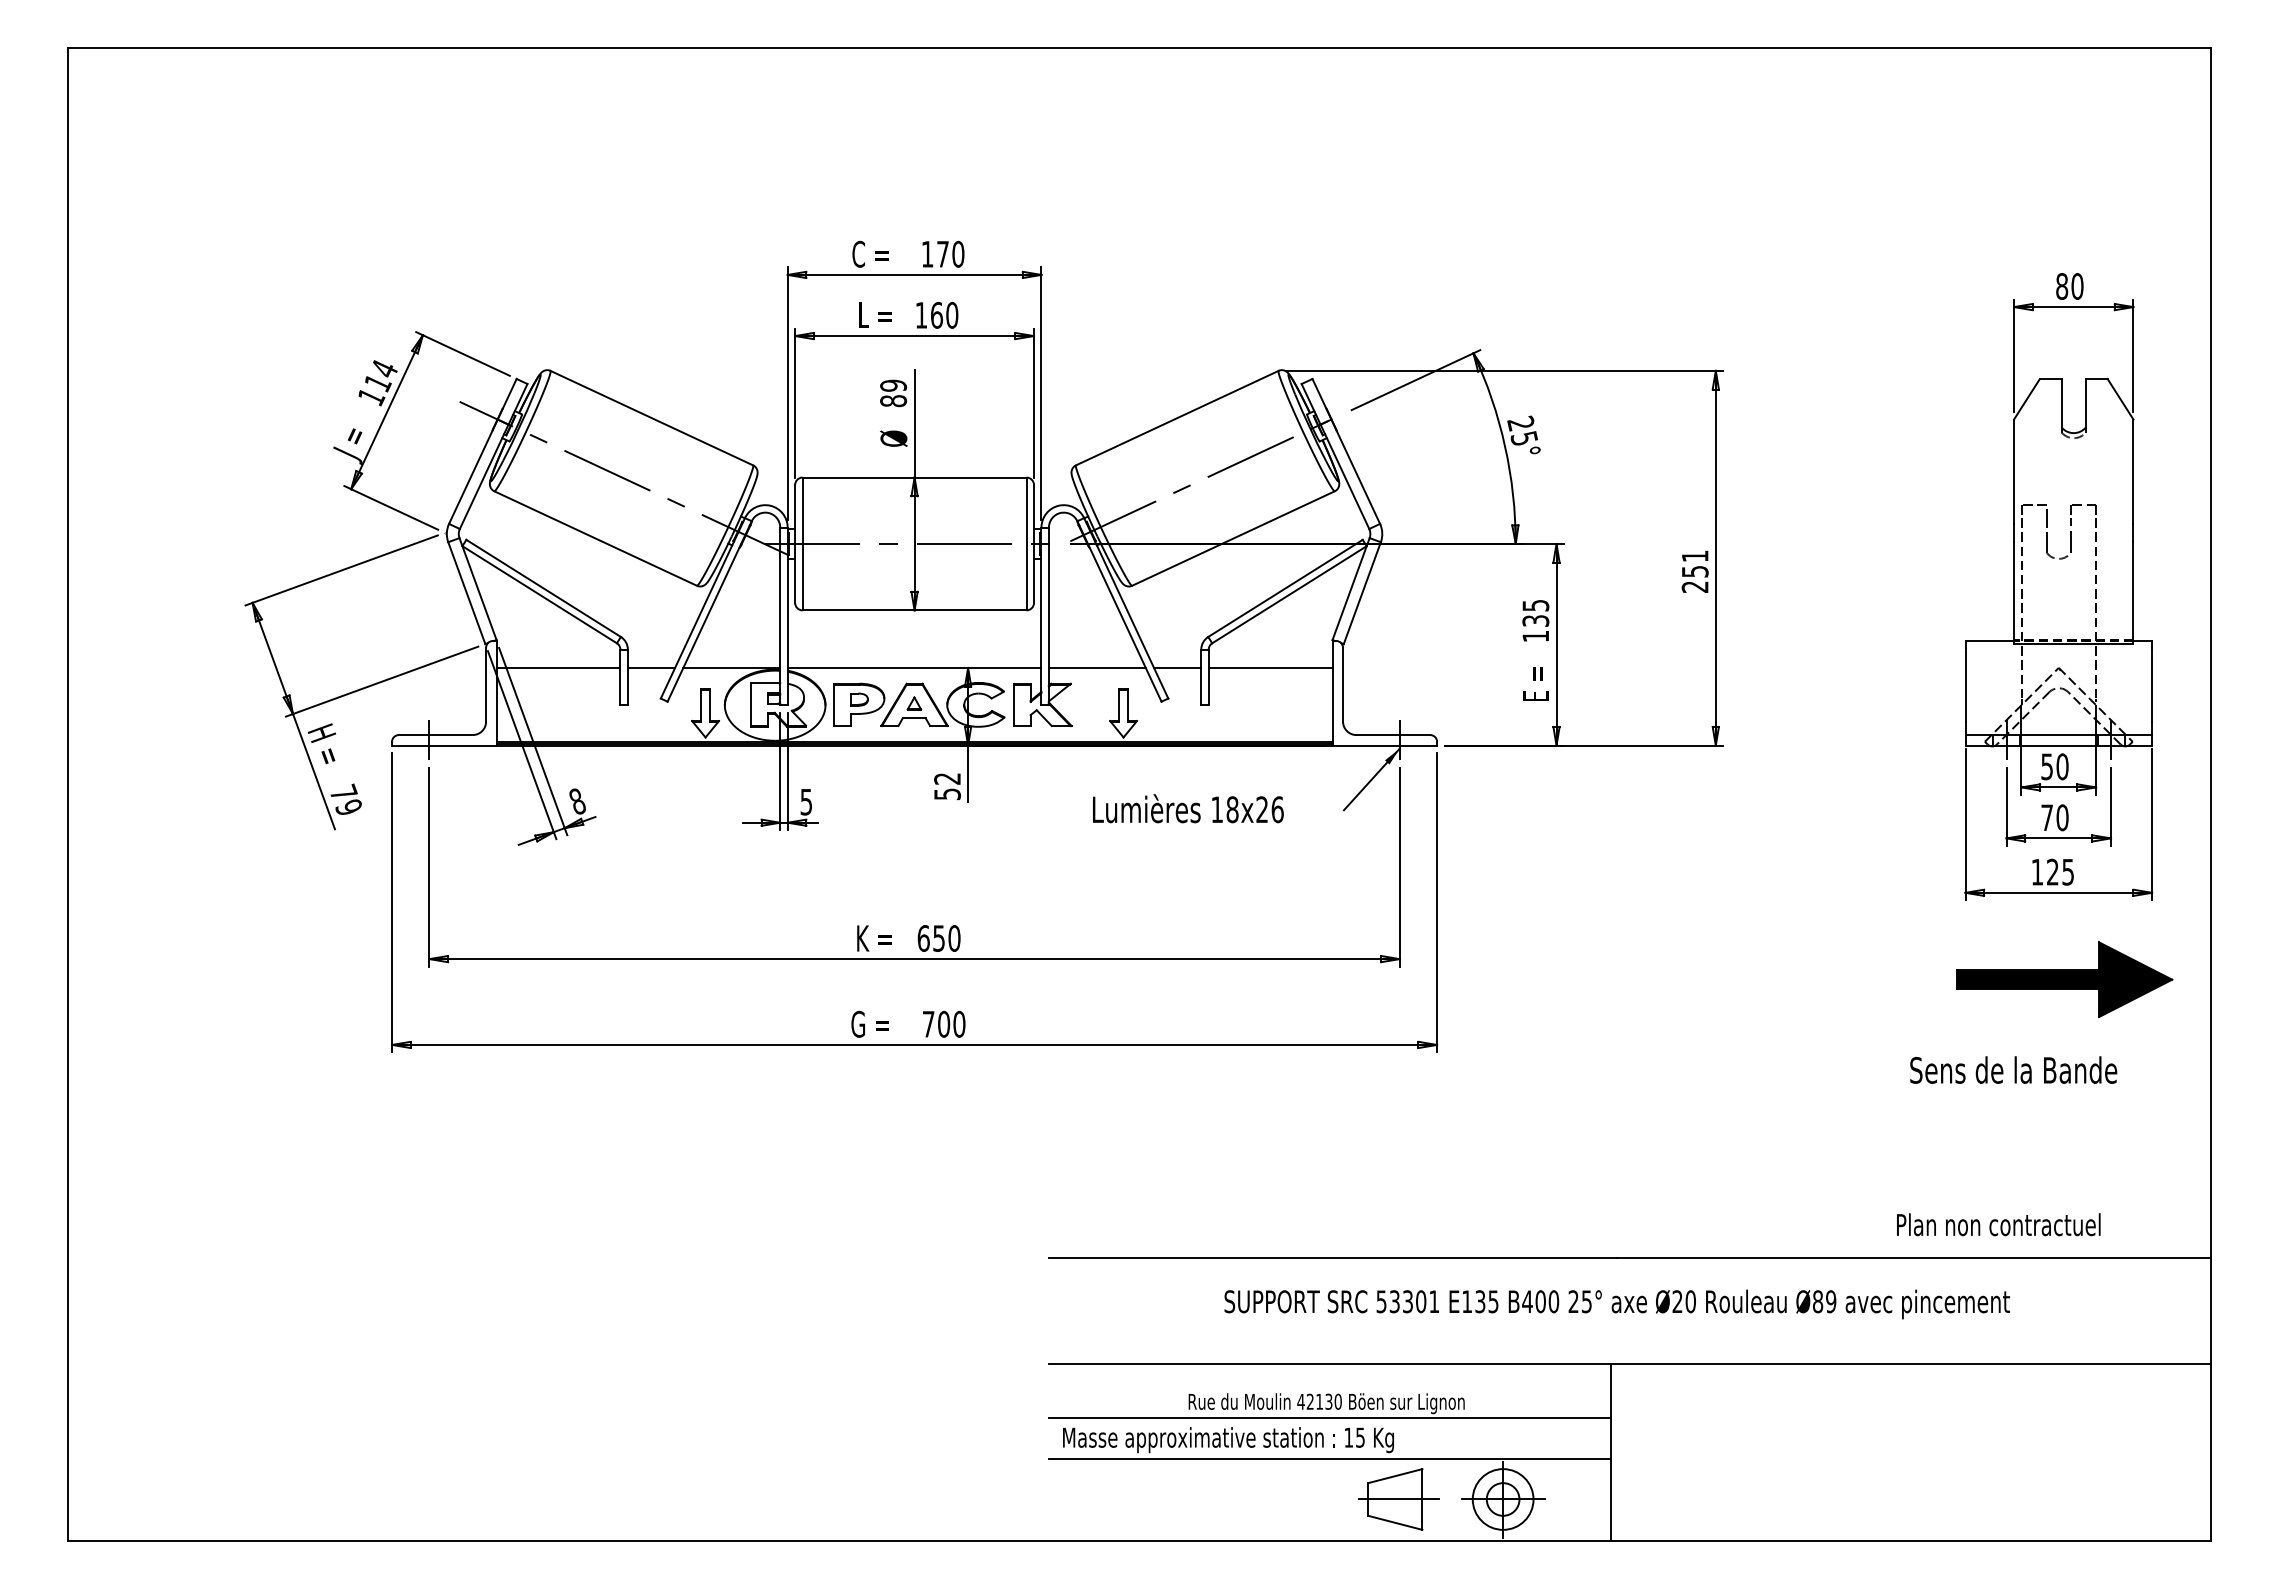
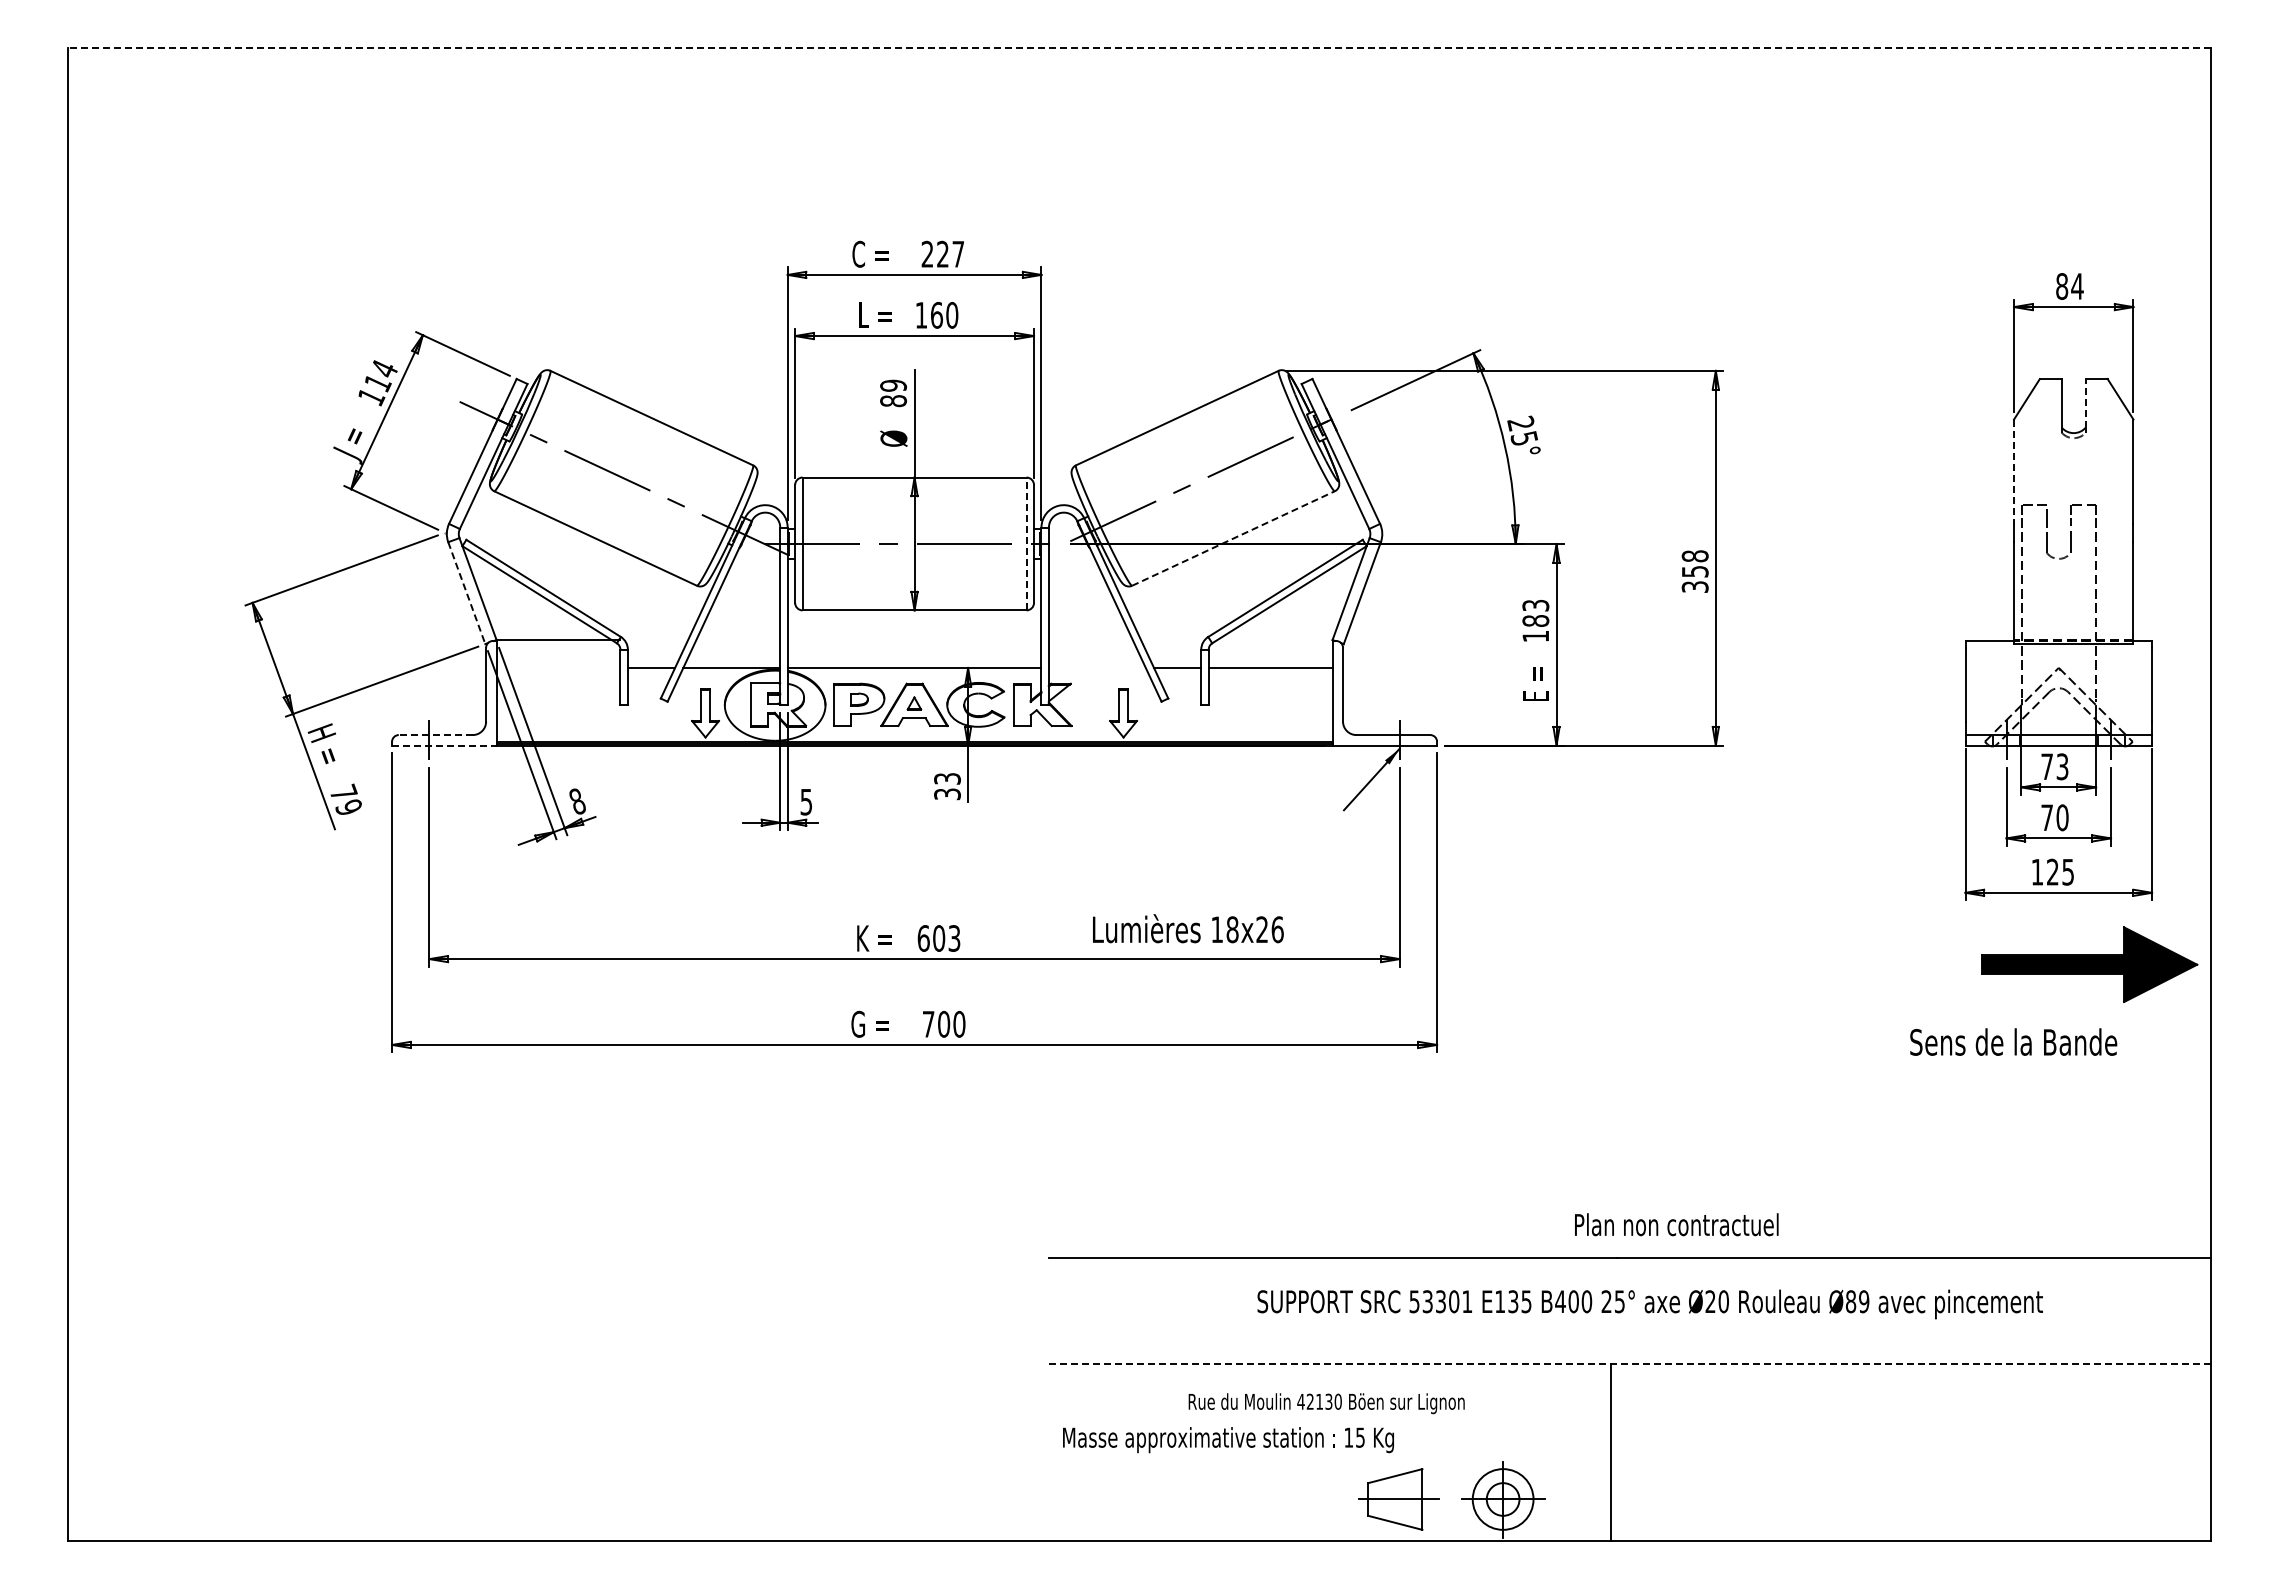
line at (1139, 47): solid -> dashed
text at (942, 253): 170 -> 227
text at (2077, 286): 80 -> 84
line at (2085, 402): solid -> dashed
line at (2014, 472): solid -> dashed
line at (1233, 538): solid -> dashed
line at (1026, 543): solid -> dashed
text at (1694, 571): 251 -> 358
line at (466, 593): solid -> dashed
text at (1535, 612): 135 -> 183
line at (558, 667) position: (558, 667) -> (558, 639)
line at (1096, 667): present -> none
line at (435, 735): solid -> dashed
line at (444, 745): solid -> dashed
text at (2054, 766): 50 -> 73
text at (947, 786): 52 -> 33
text at (1188, 808) position: (1188, 808) -> (1188, 928)
text at (946, 938): 650 -> 603
part at (2064, 979) position: (2064, 979) -> (2089, 964)
text at (2013, 1069) position: (2013, 1069) -> (2013, 1041)
text at (1998, 1224) position: (1998, 1224) -> (1676, 1224)
text at (1616, 1304) position: (1616, 1304) -> (1649, 1304)
line at (1629, 1364): solid -> dashed
line at (1330, 1418): present -> none
line at (1330, 1459): present -> none
